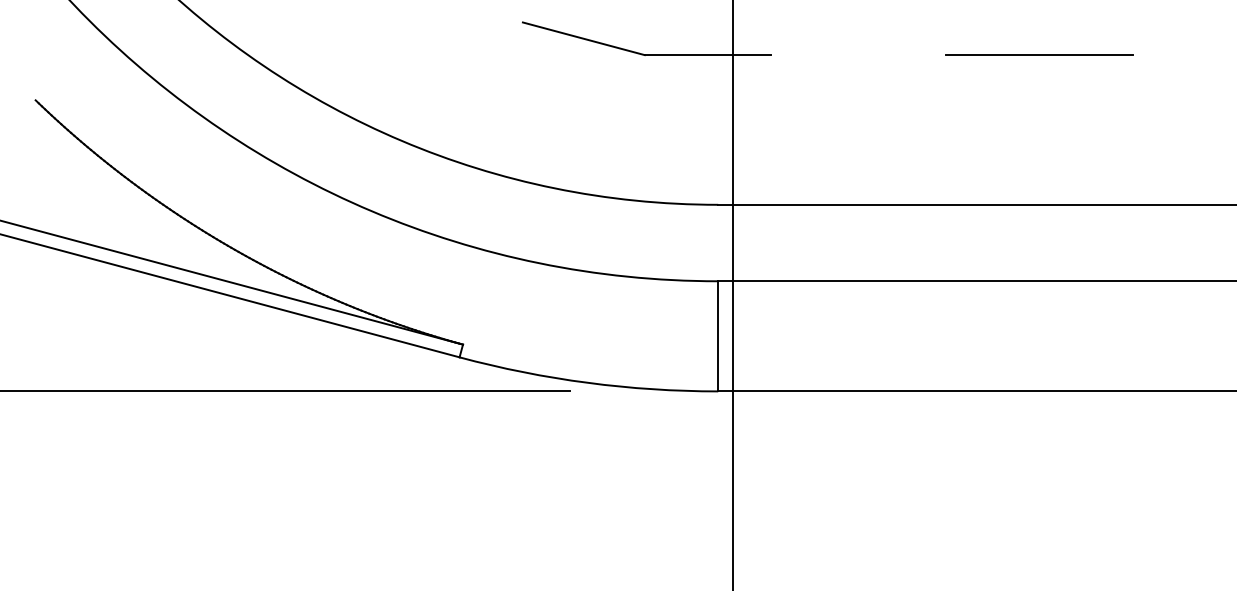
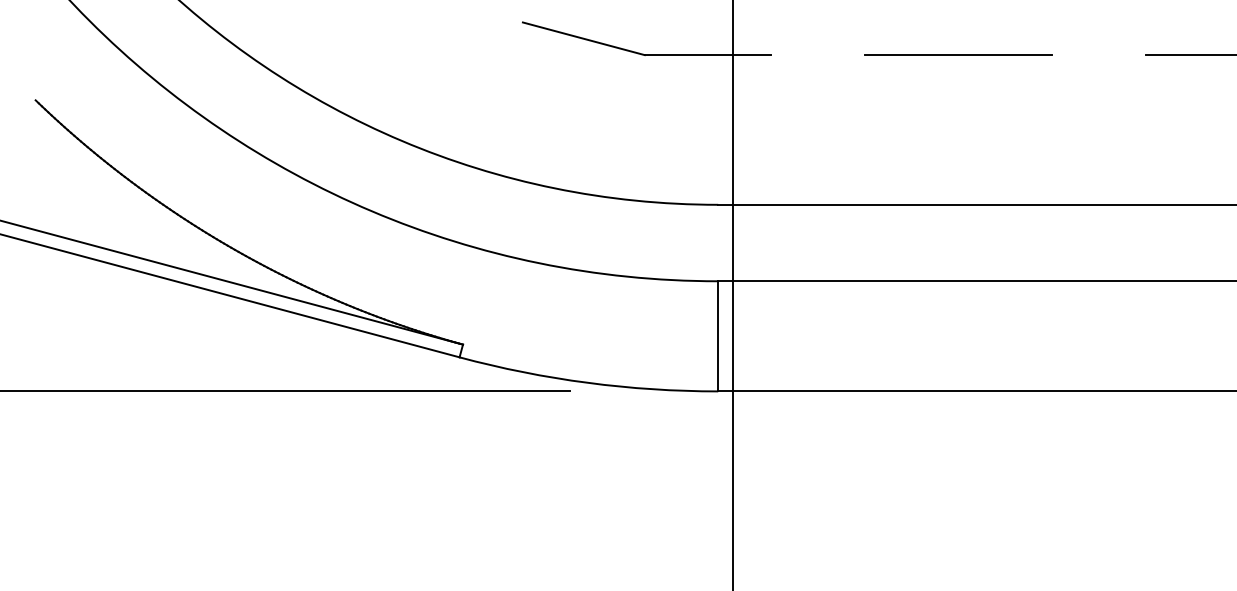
line at (1039, 54) position: (1039, 54) -> (958, 54)
line at (1189, 55): none -> present
